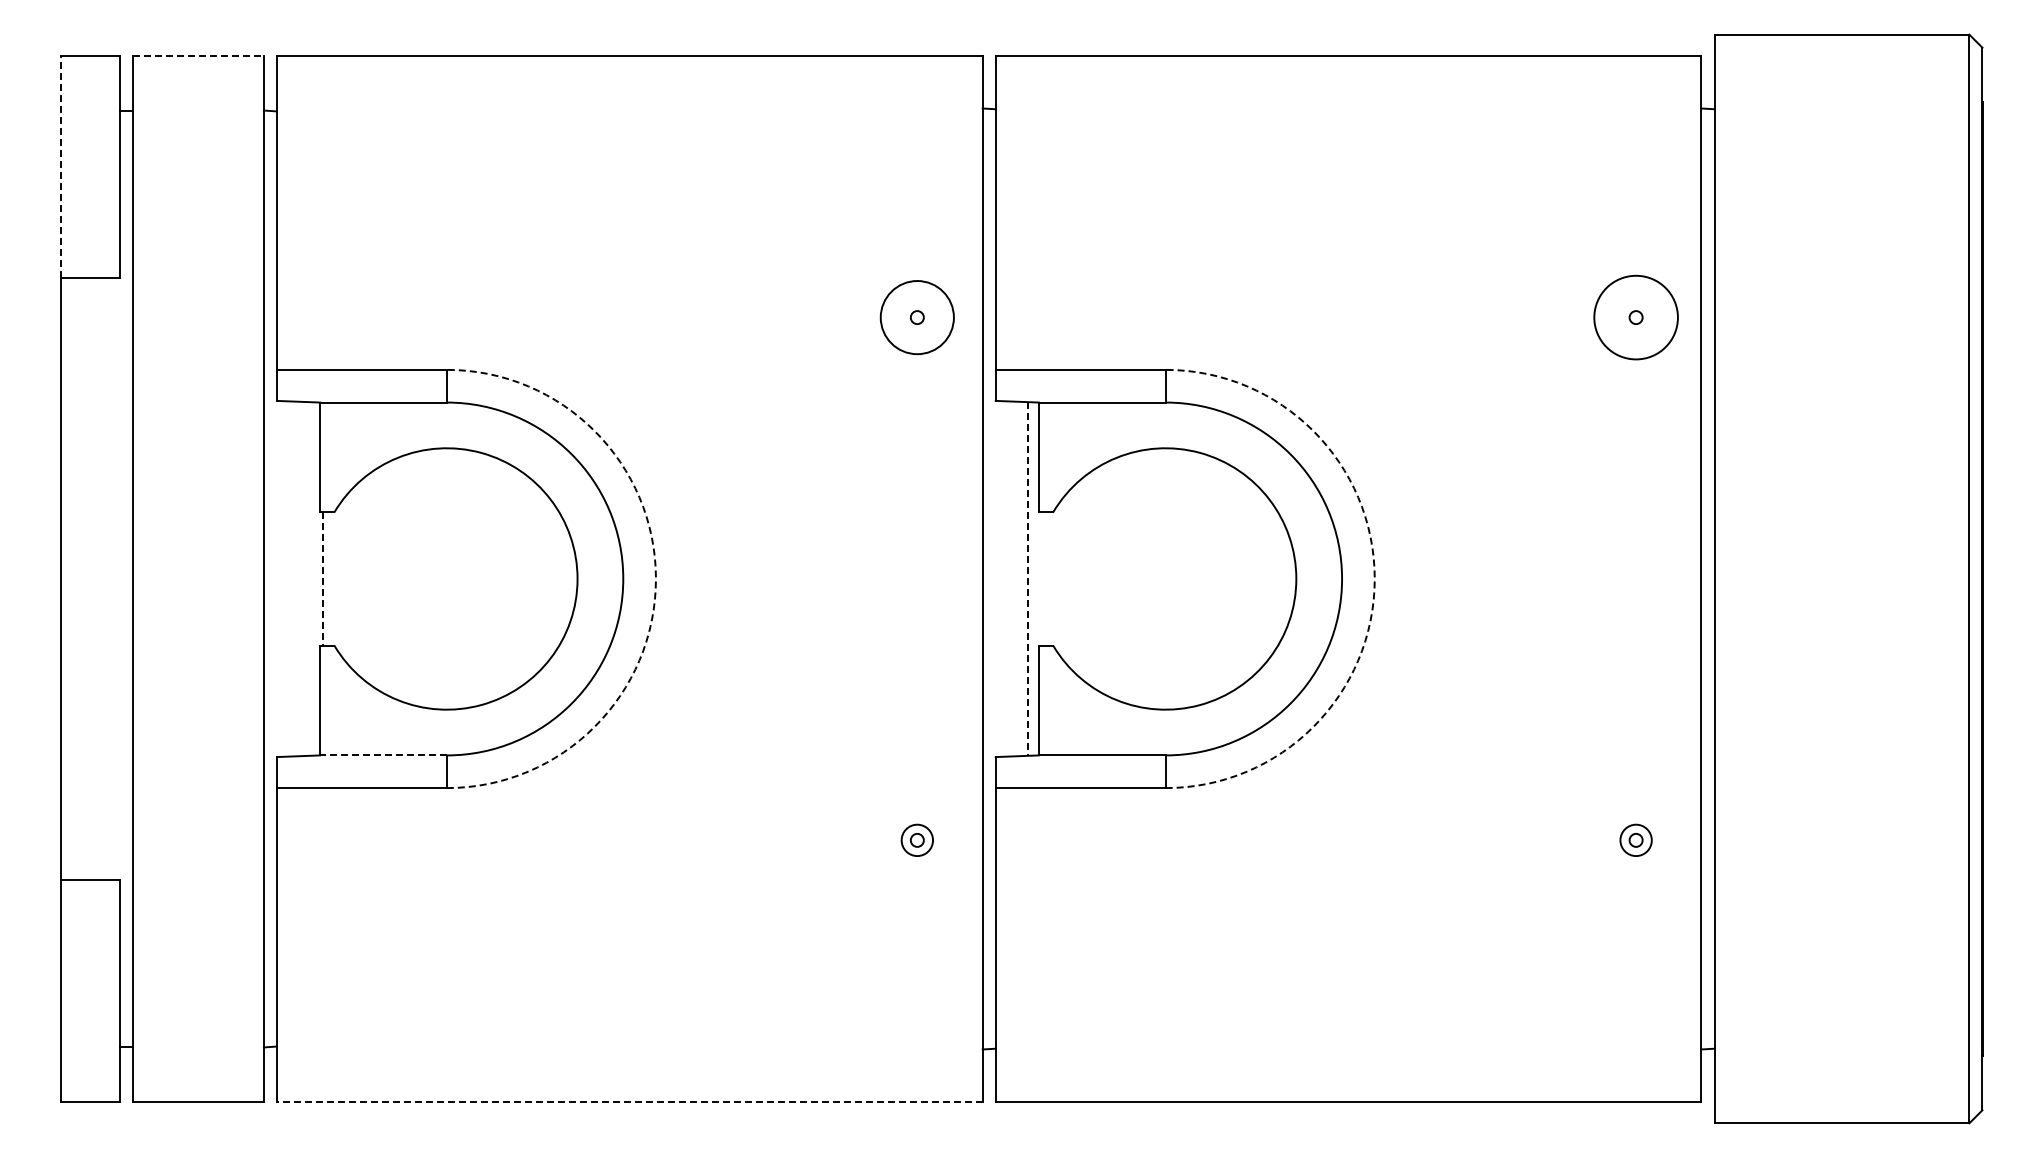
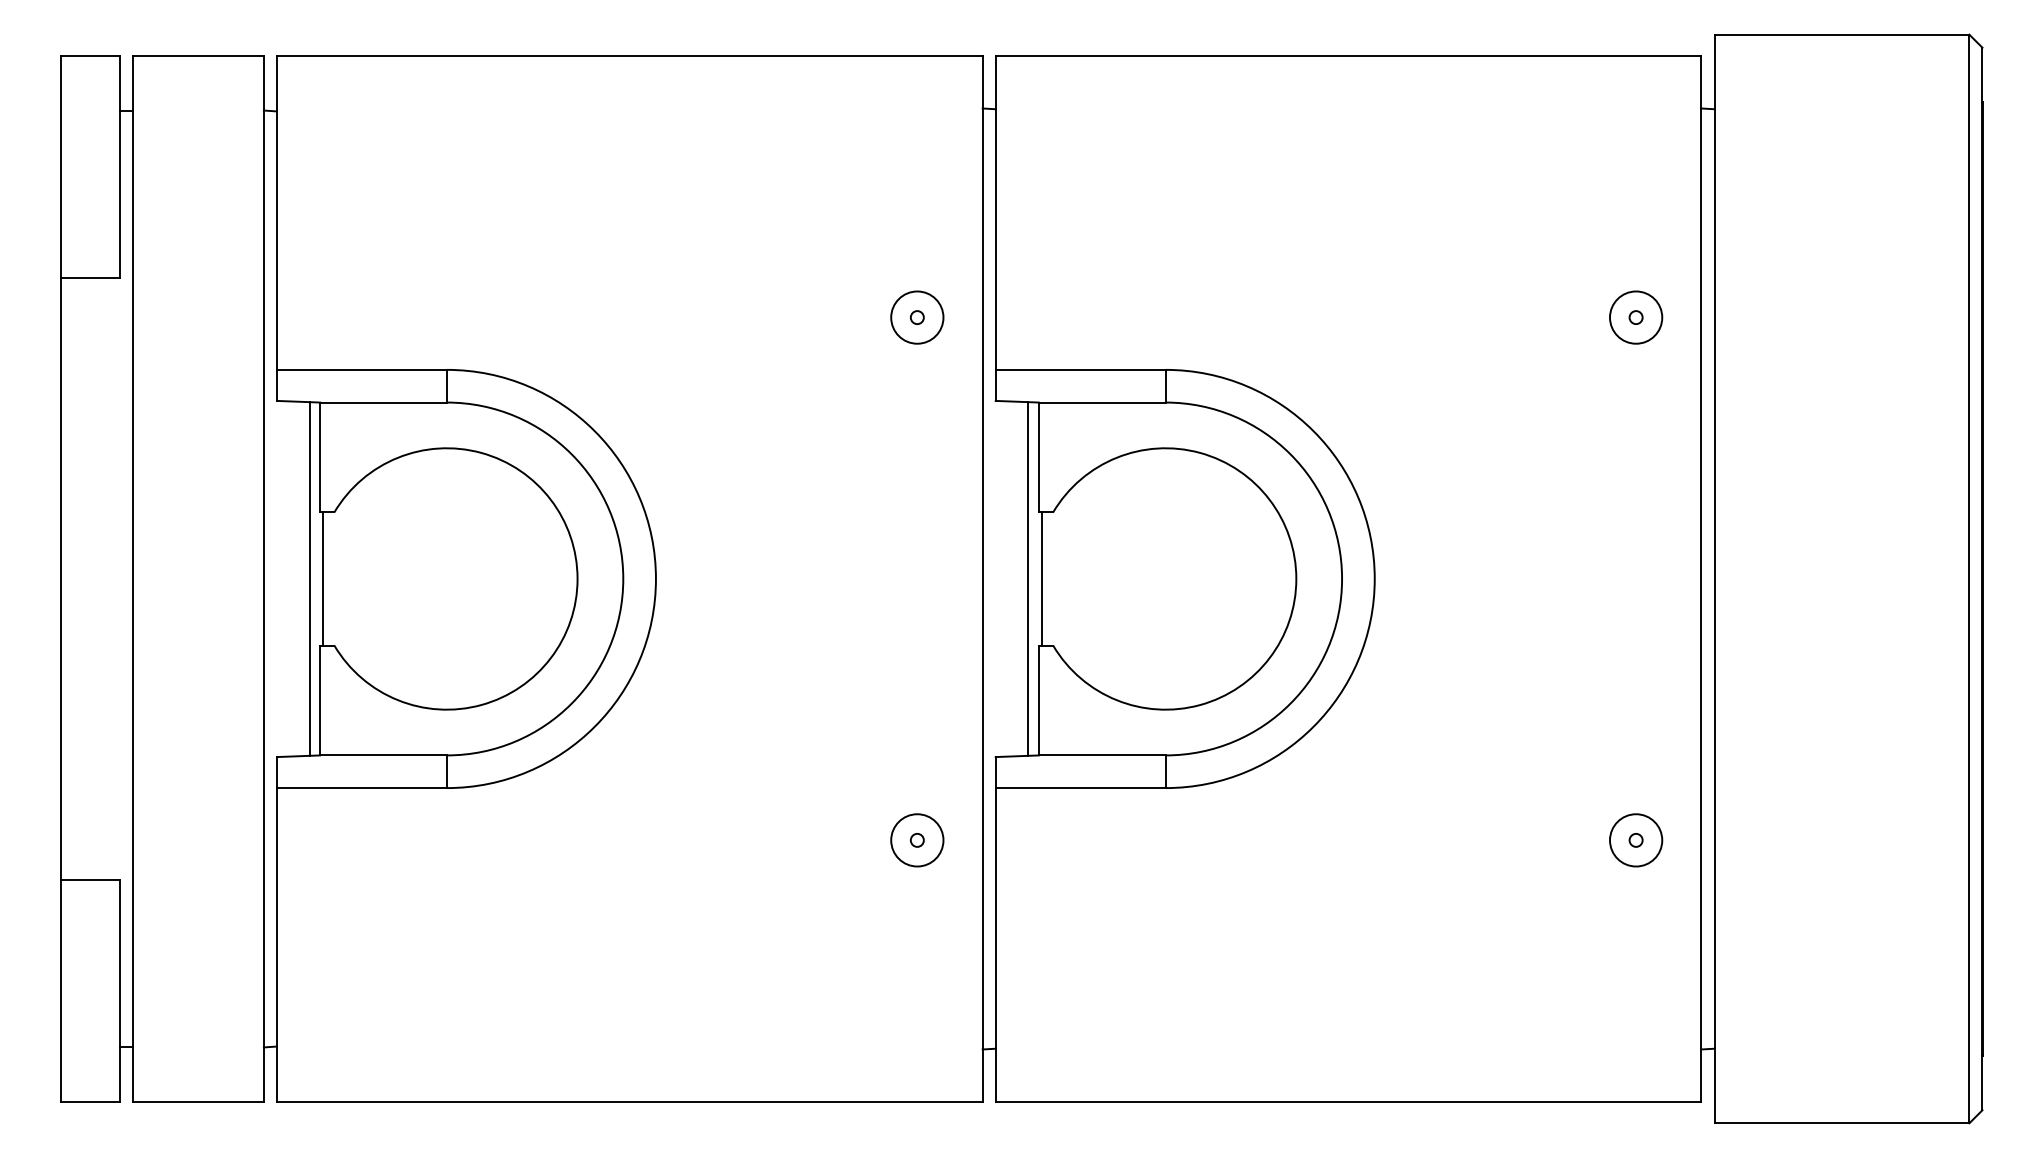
line at (199, 56): dashed -> solid
line at (61, 166): dashed -> solid
circle at (916, 317) diameter: 73 px -> 52 px
circle at (1635, 317) diameter: 84 px -> 52 px
line at (309, 578): none -> present
line at (322, 578): dashed -> solid
arc at (655, 578): dashed -> solid
line at (1041, 578): none -> present
arc at (1374, 578): dashed -> solid
line at (1028, 579): dashed -> solid
line at (382, 755): dashed -> solid
circle at (917, 840) diameter: 31 px -> 52 px
circle at (1635, 840) diameter: 31 px -> 52 px
line at (629, 1101): dashed -> solid
